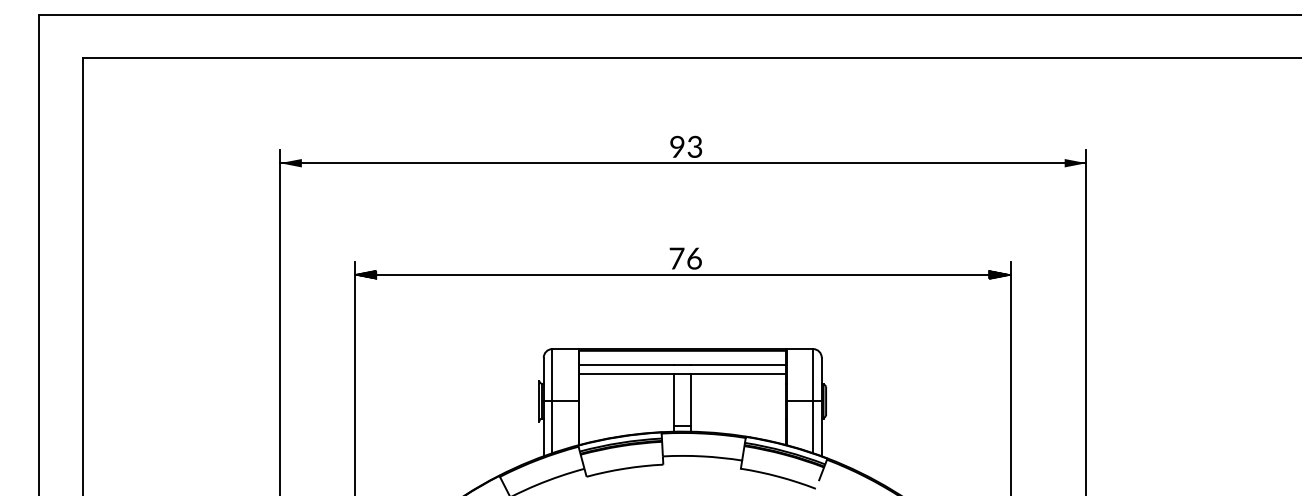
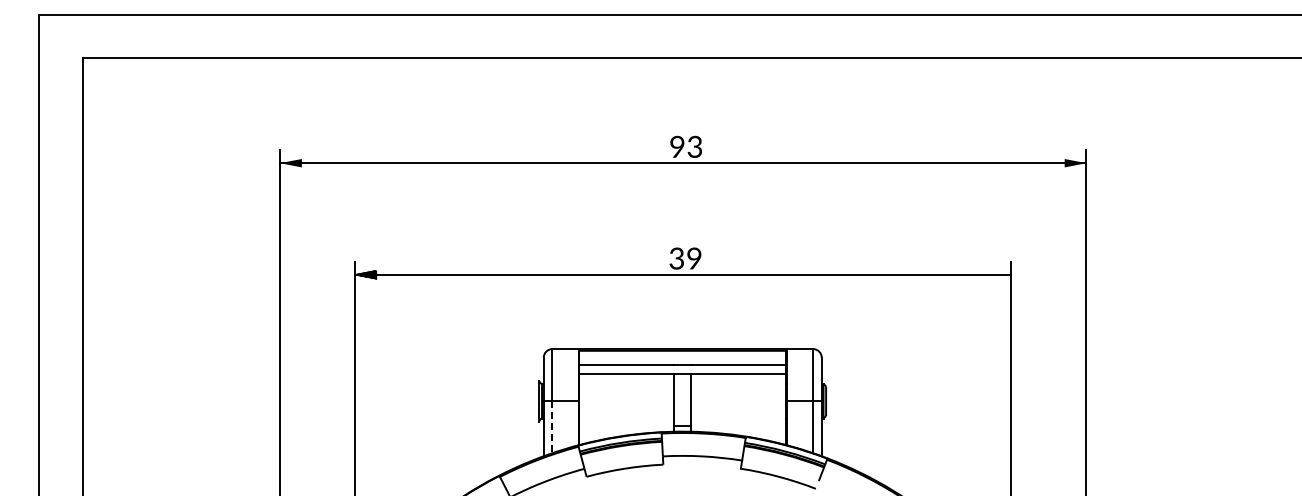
text at (685, 258): 76 -> 39
hatch at (999, 274): present -> none
line at (552, 427): solid -> dashed
